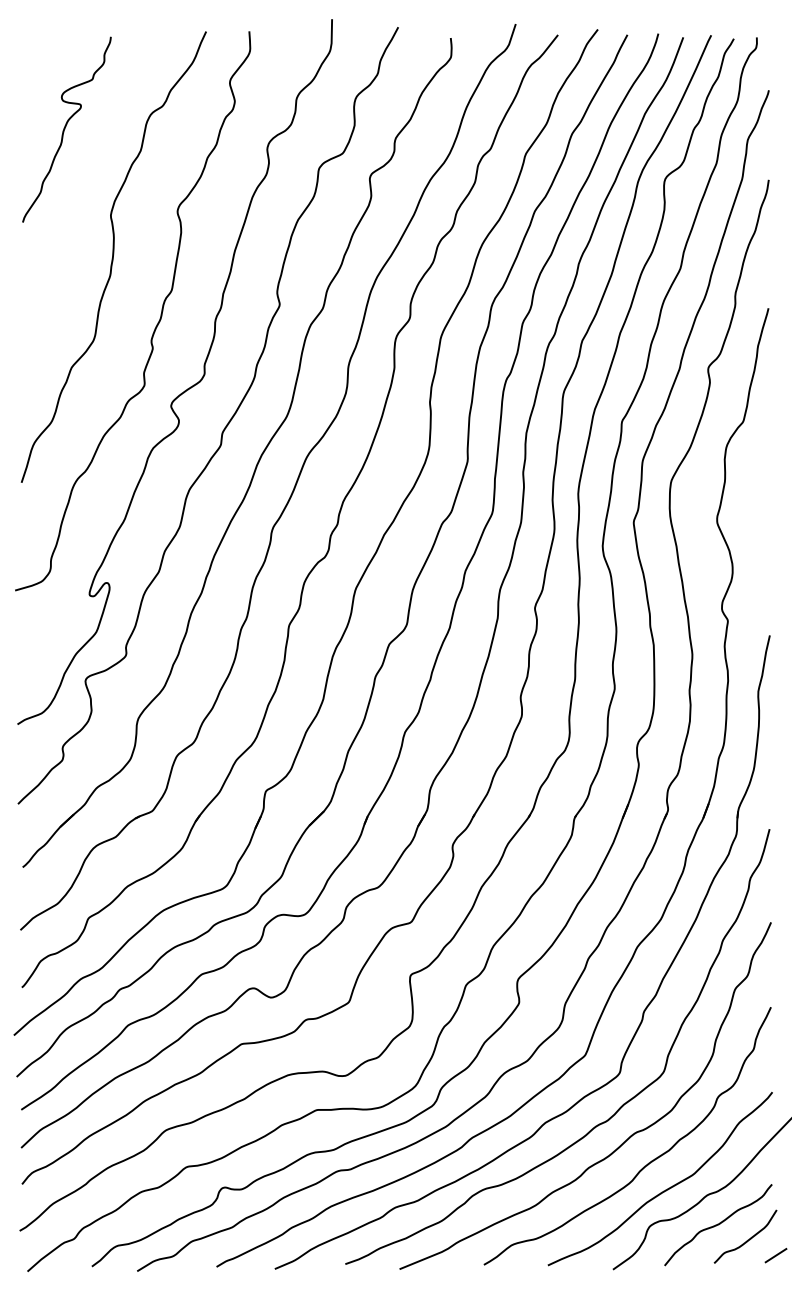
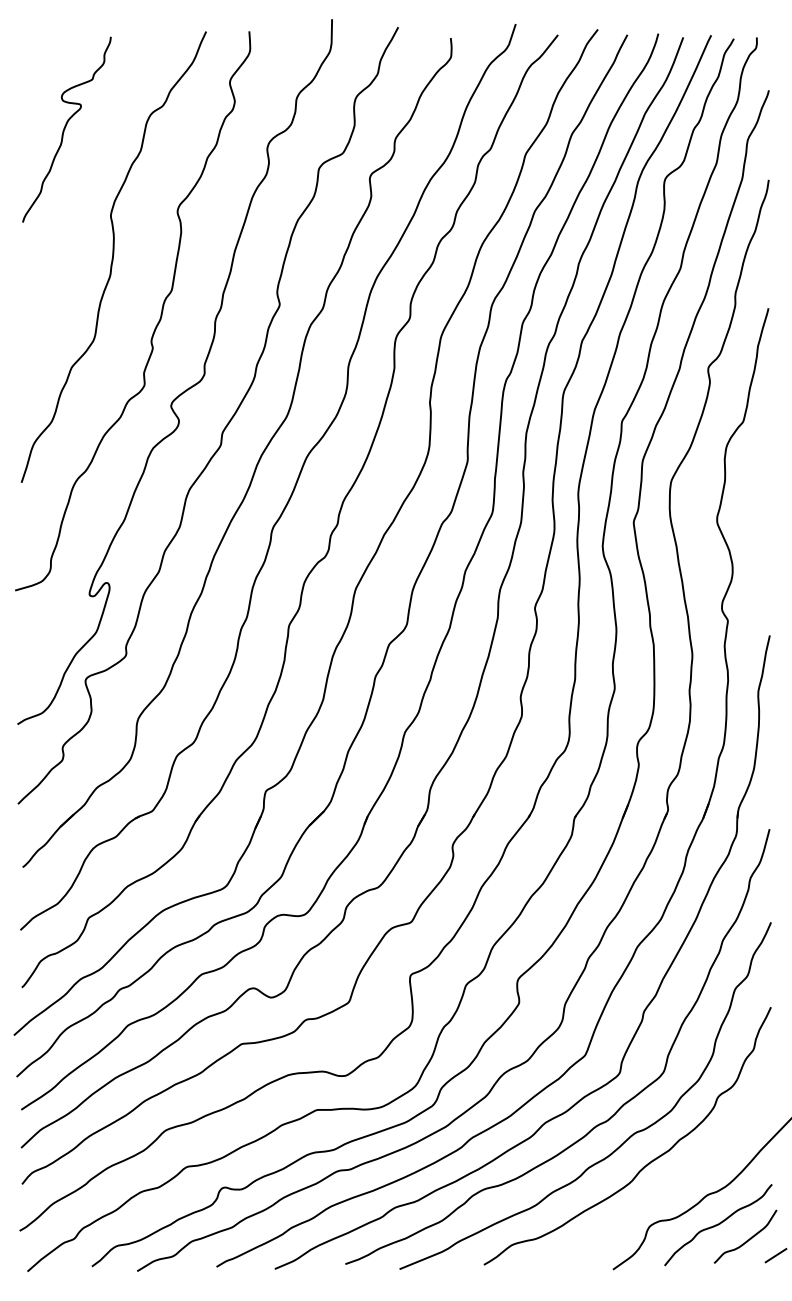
curve at (665, 1189): present -> none
